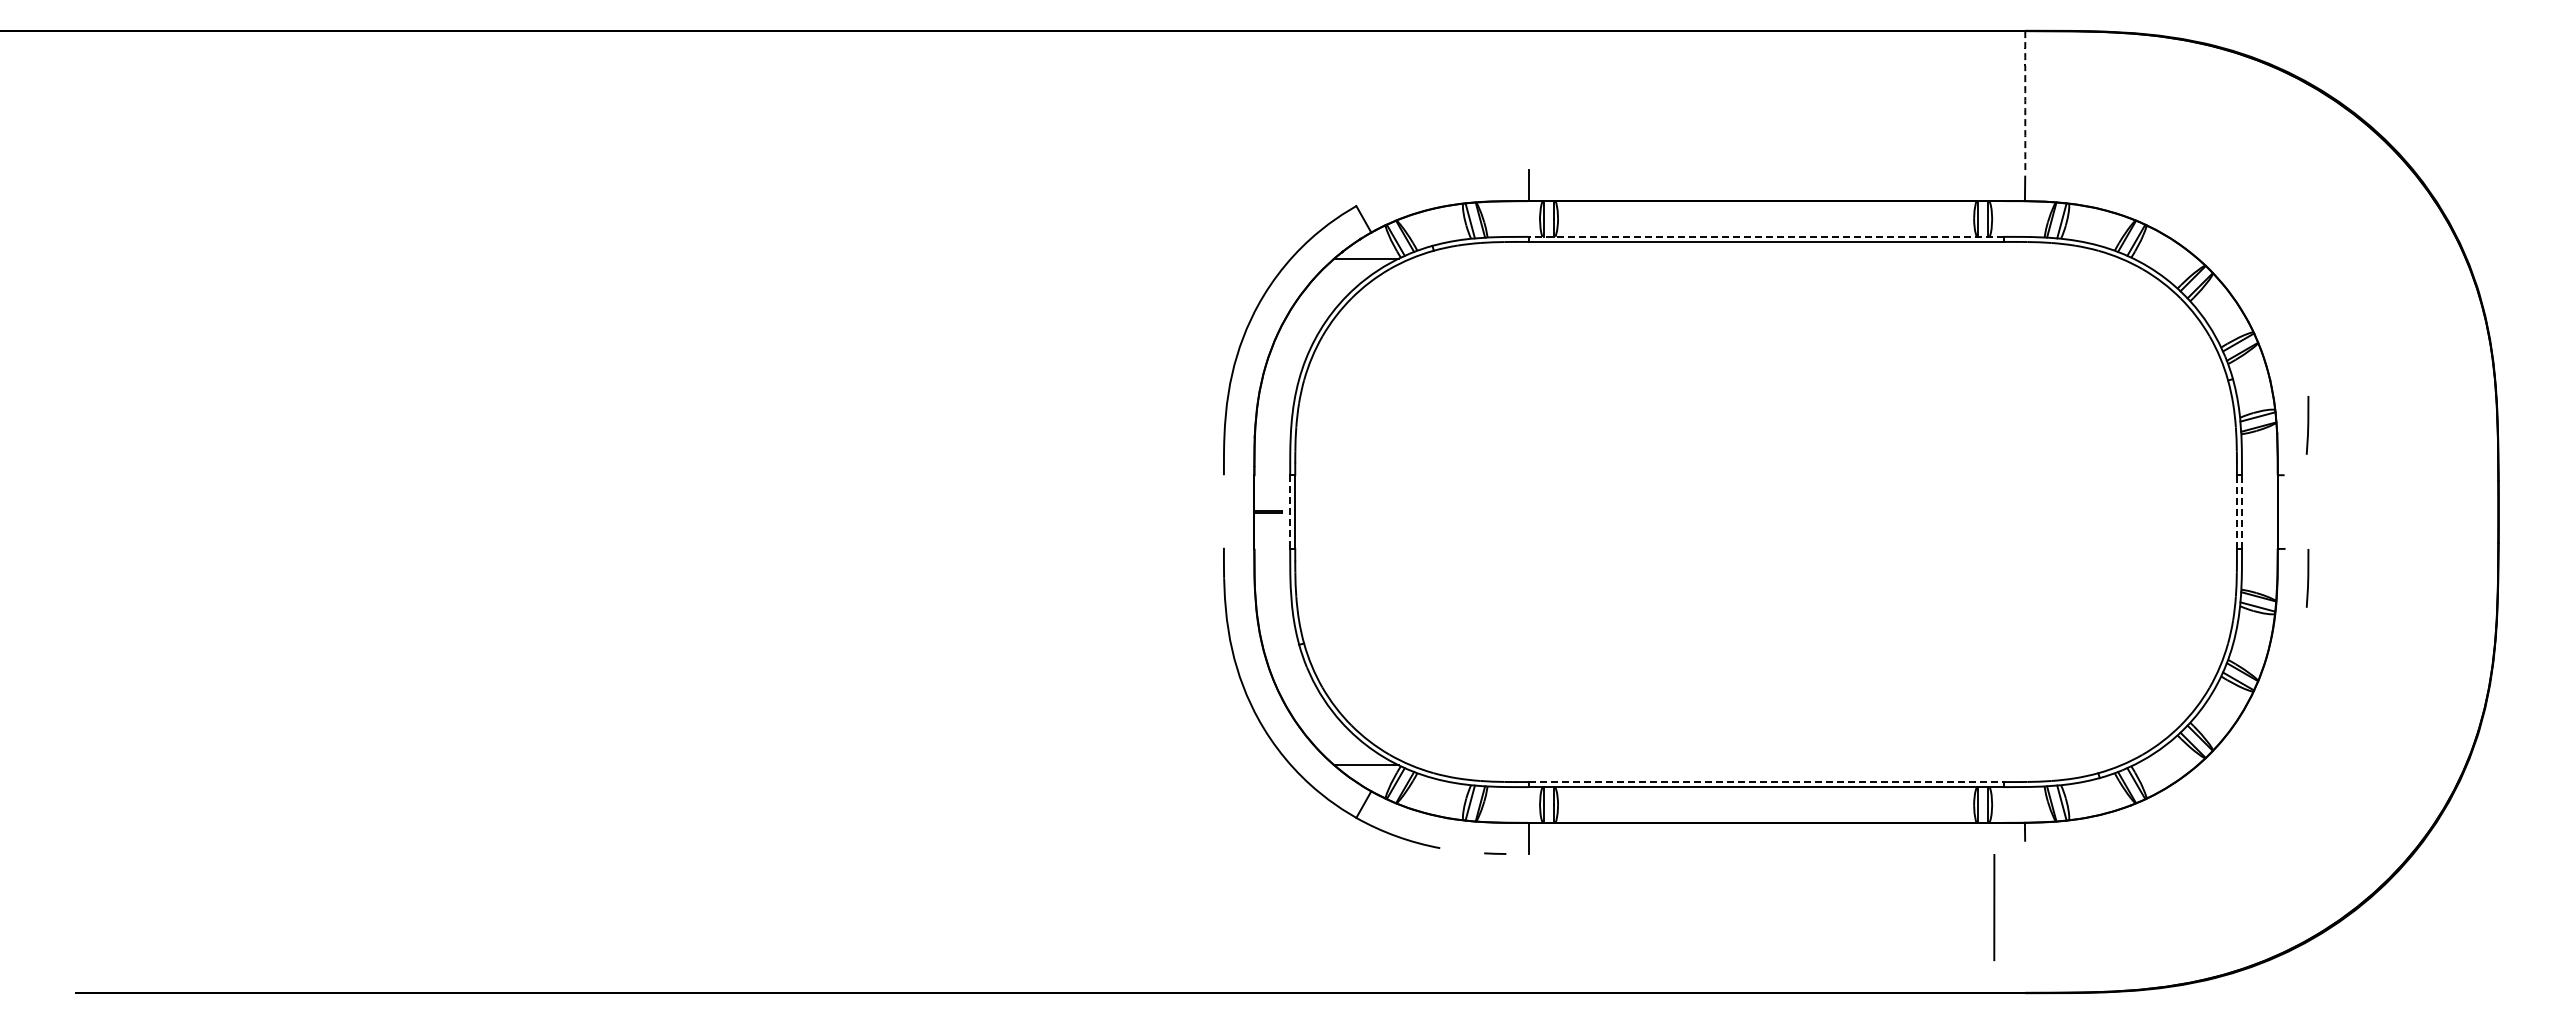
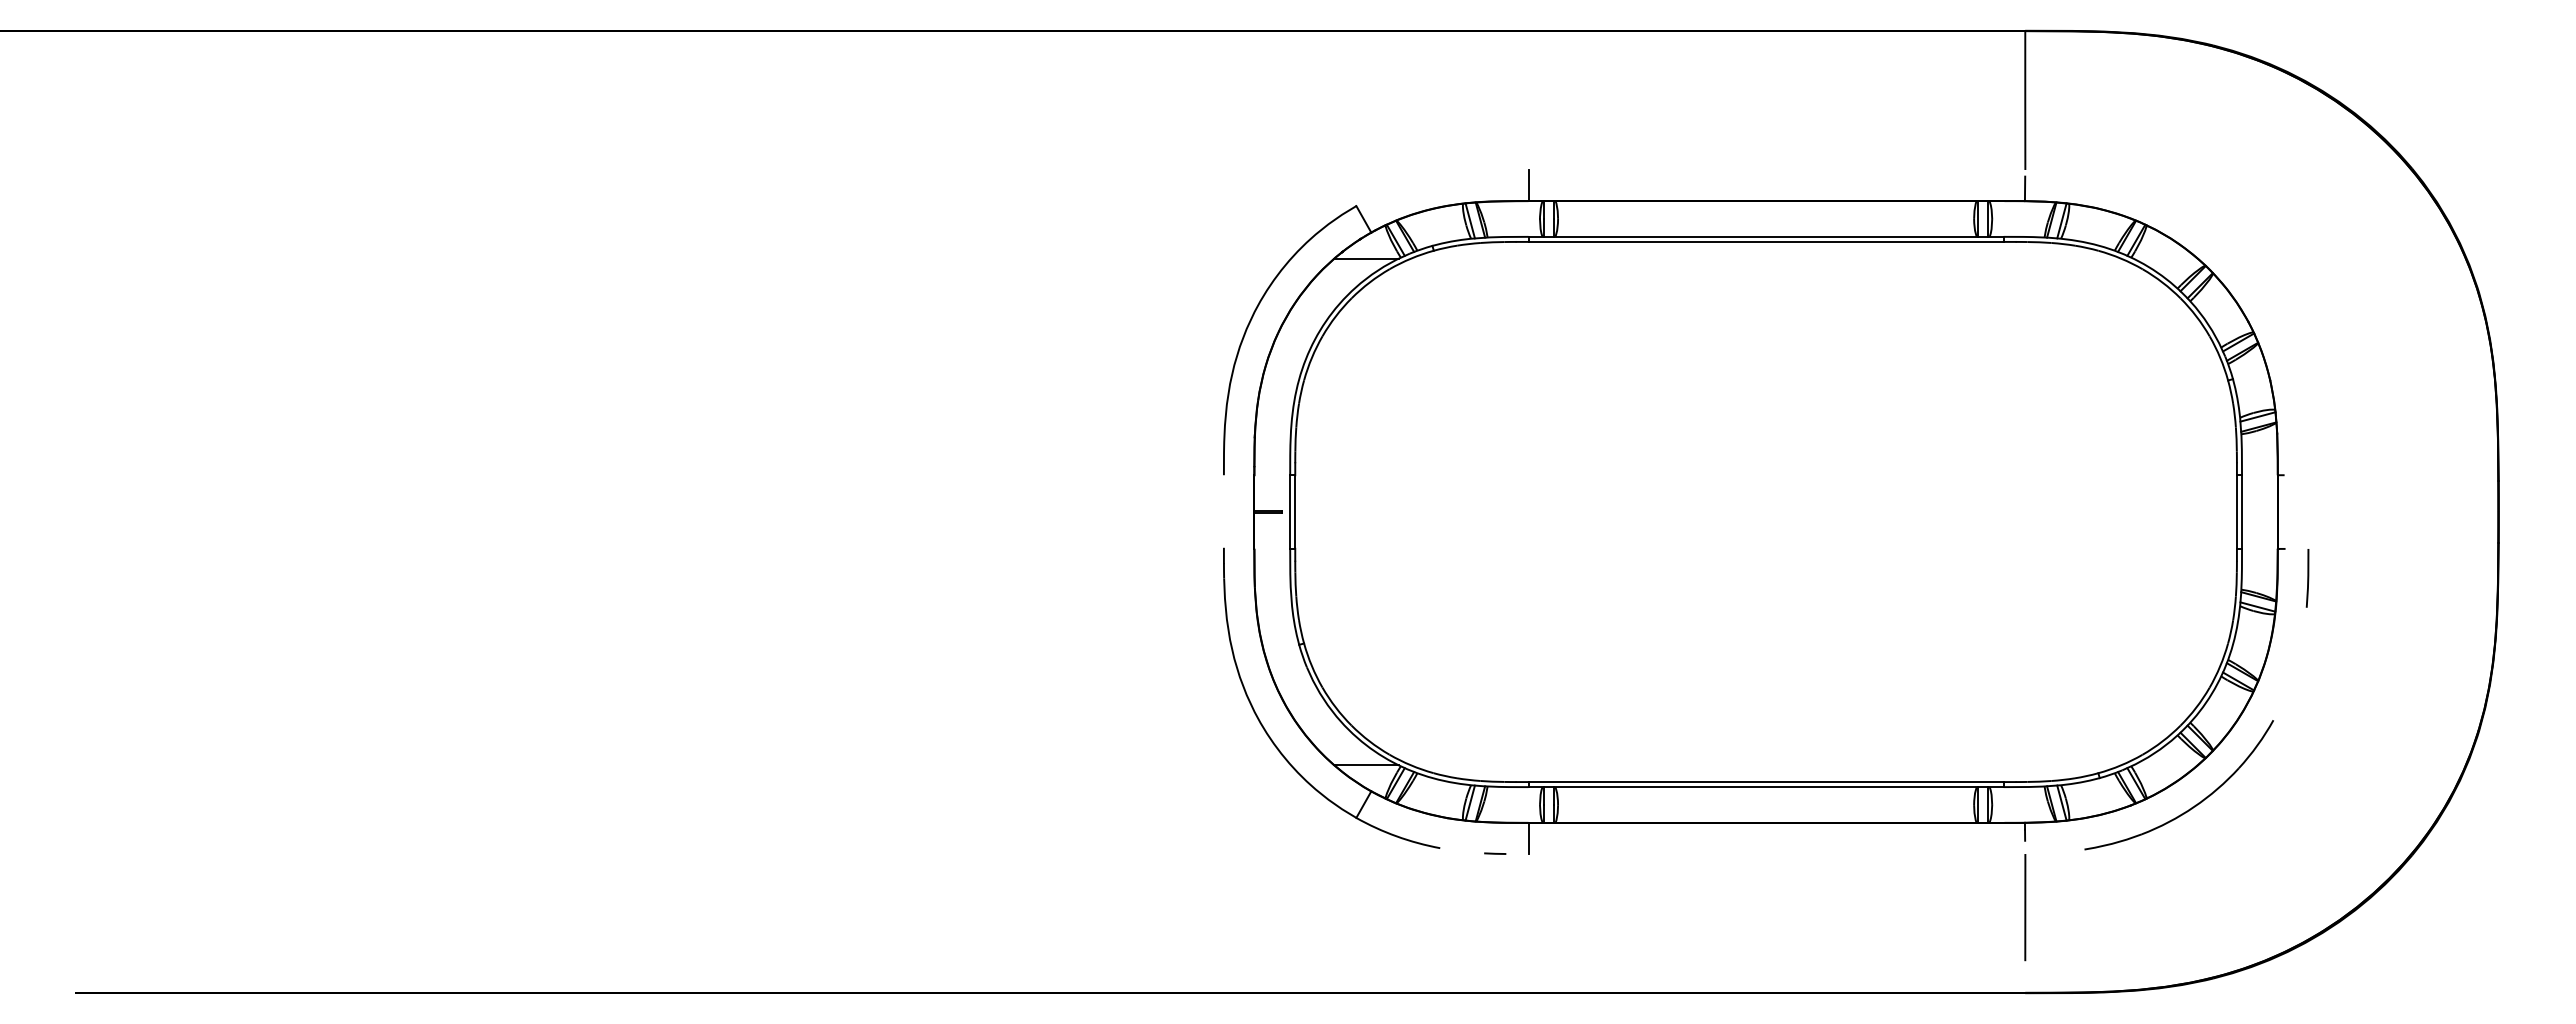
arc at (2025, 100): dashed -> solid
line at (1766, 236): dashed -> solid
line at (2307, 425): present -> none
line at (1290, 511): dashed -> solid
line at (2236, 511): dashed -> solid
line at (2242, 511): dashed -> solid
line at (1766, 782): dashed -> solid
part at (2192, 806): none -> present
line at (1994, 907) position: (1994, 907) -> (2025, 907)
